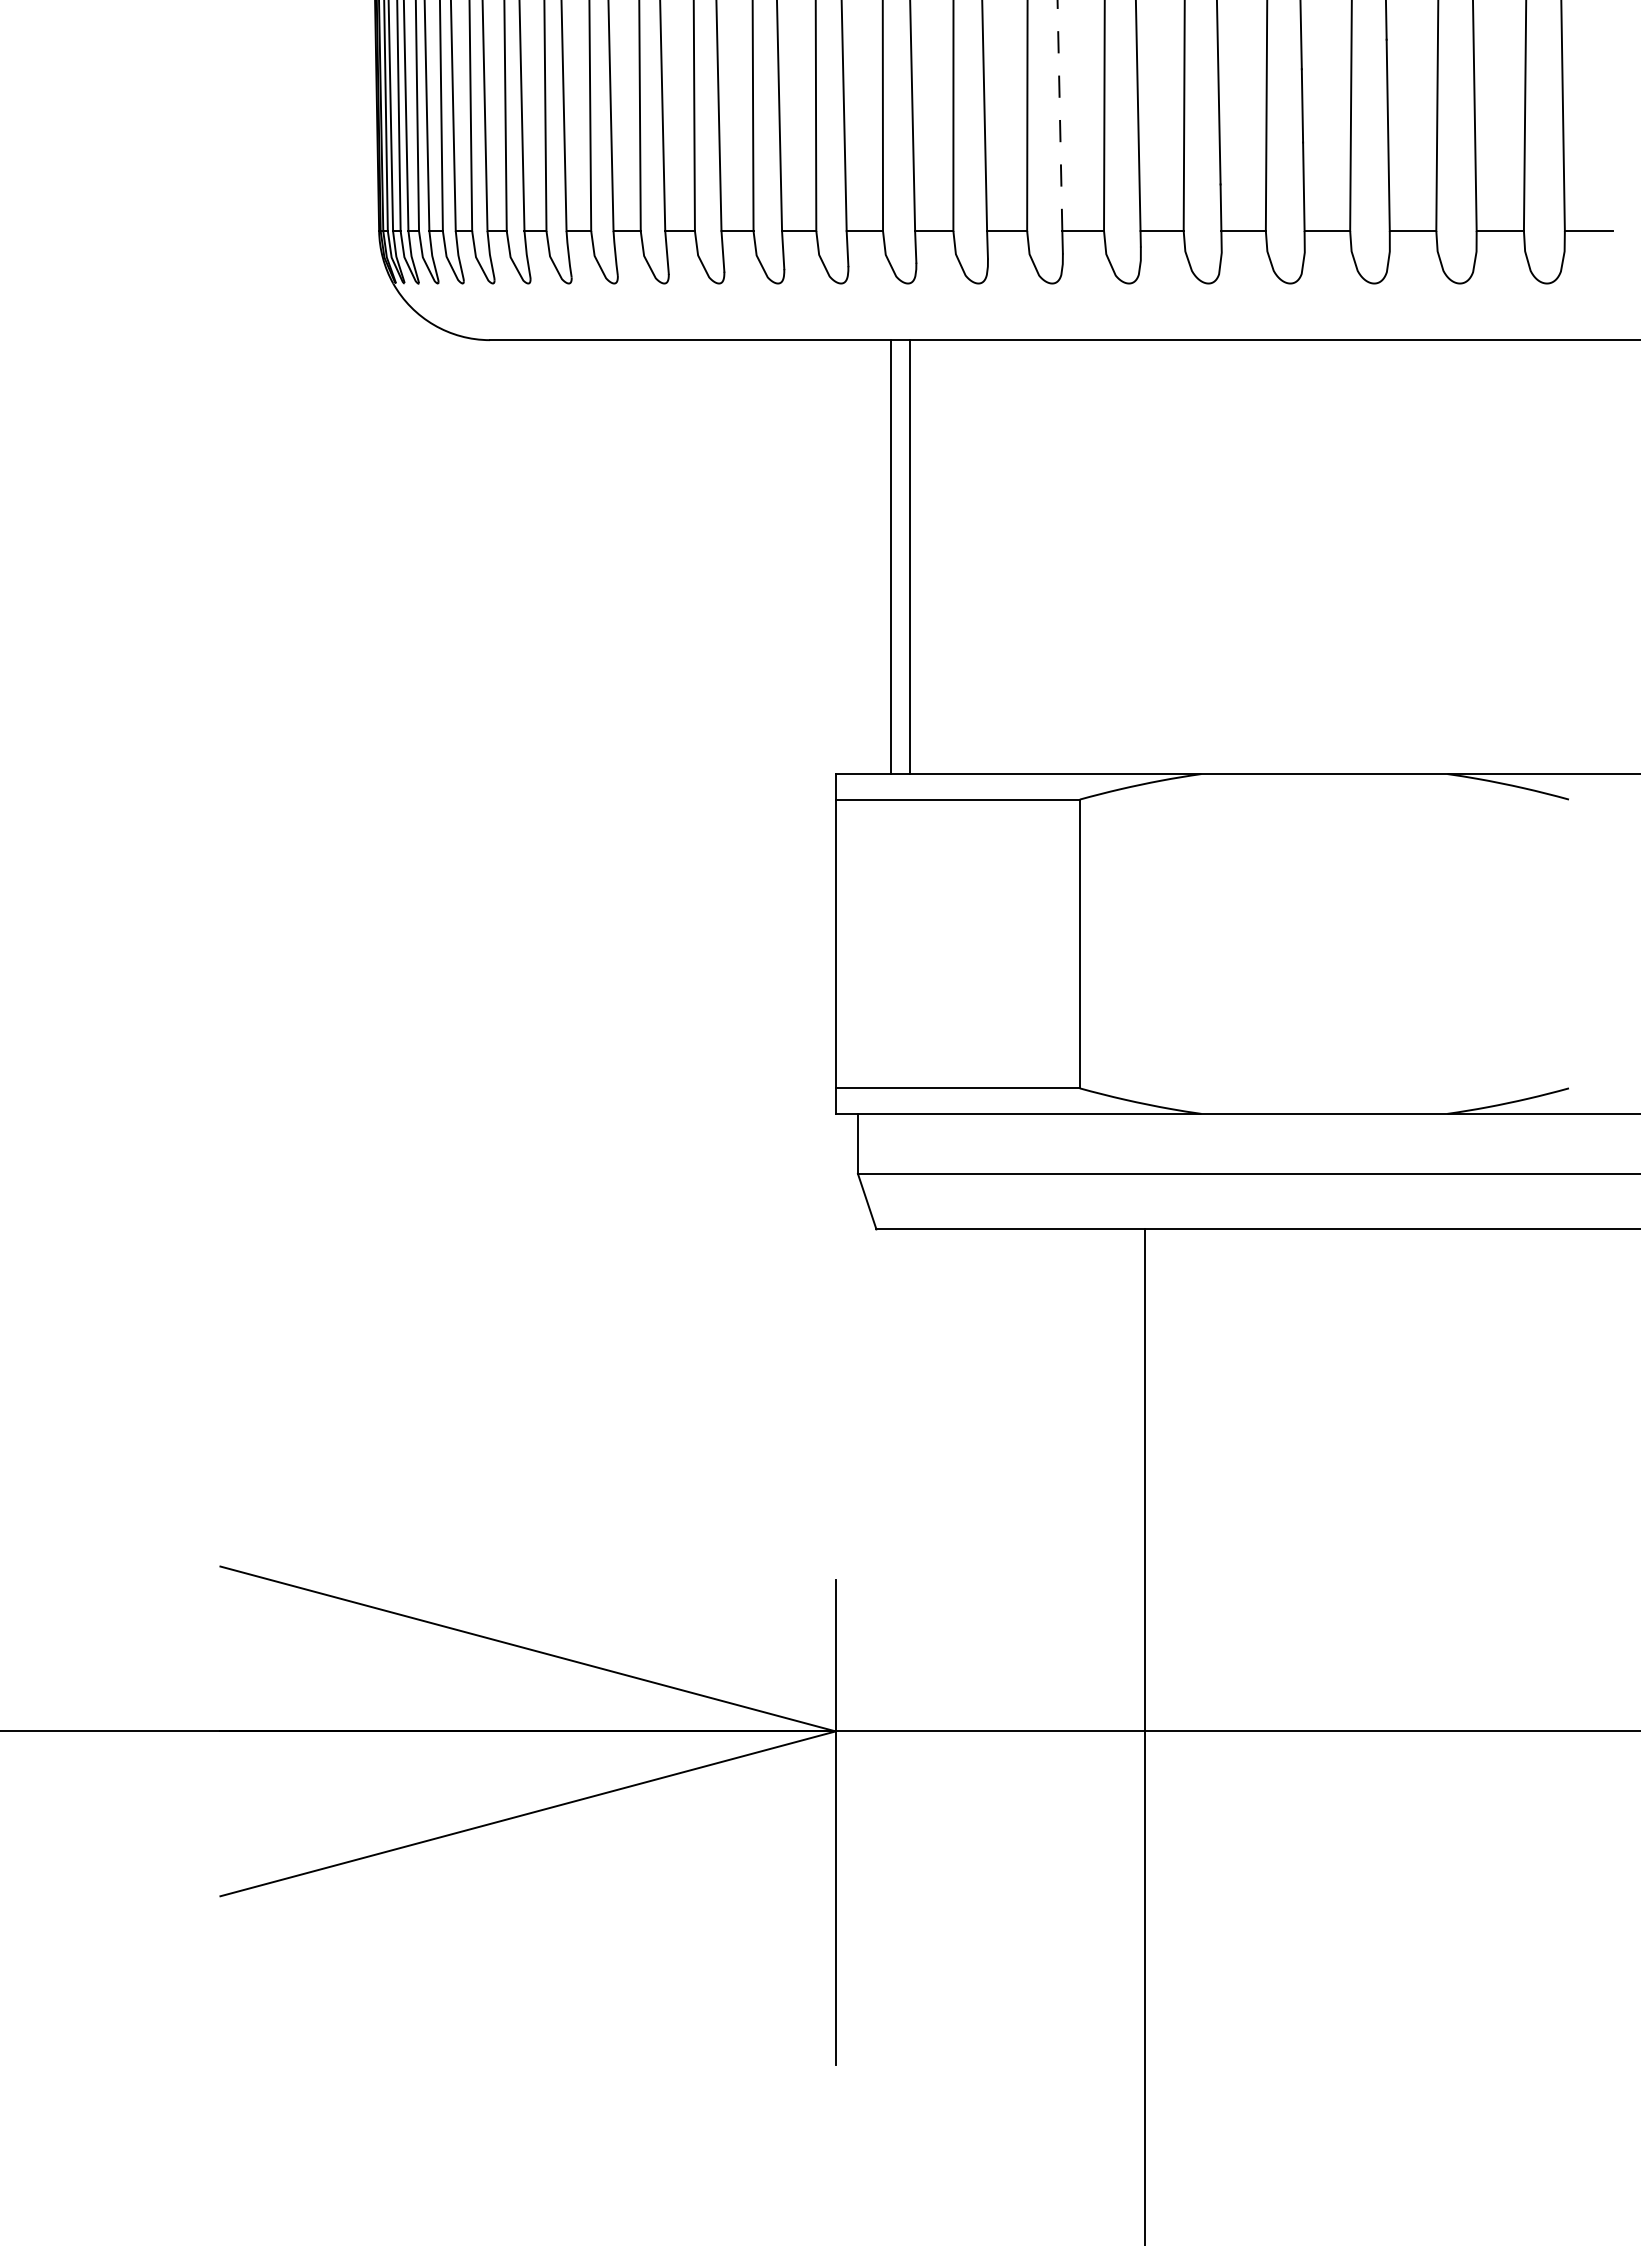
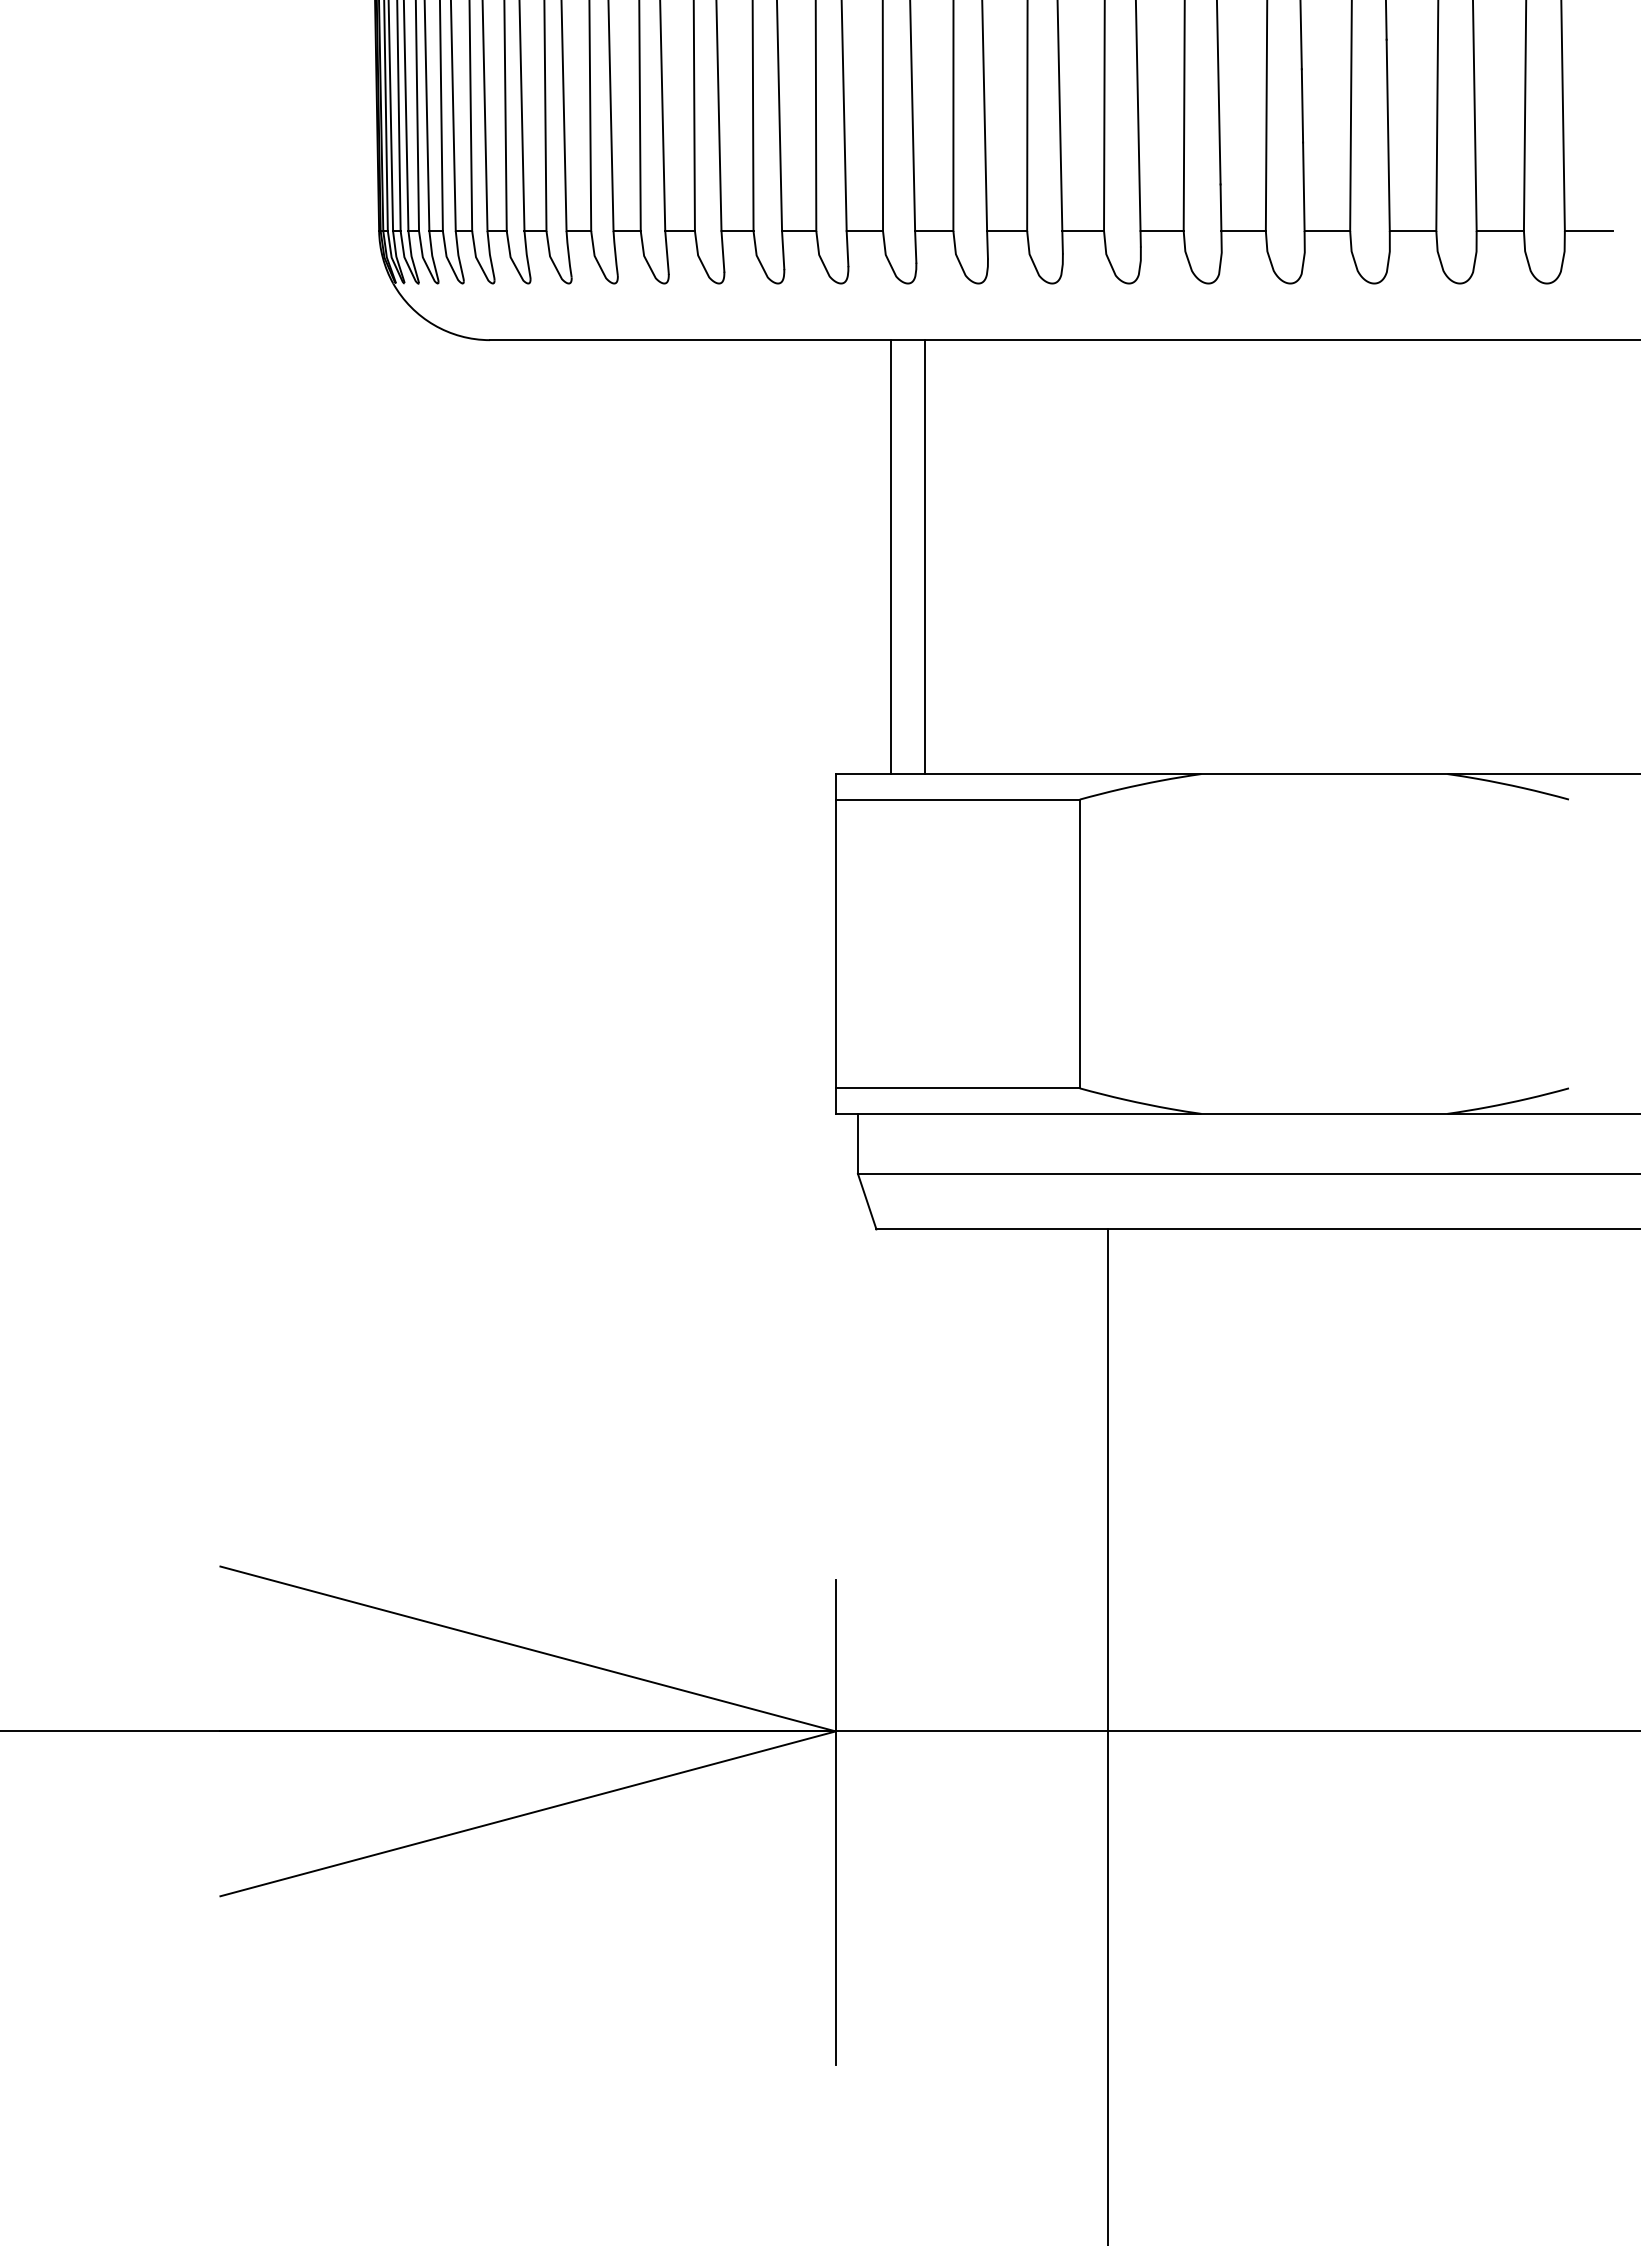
line at (1059, 115): dashed -> solid
line at (909, 557) position: (909, 557) -> (924, 557)
line at (1144, 1735) position: (1144, 1735) -> (1107, 1735)
